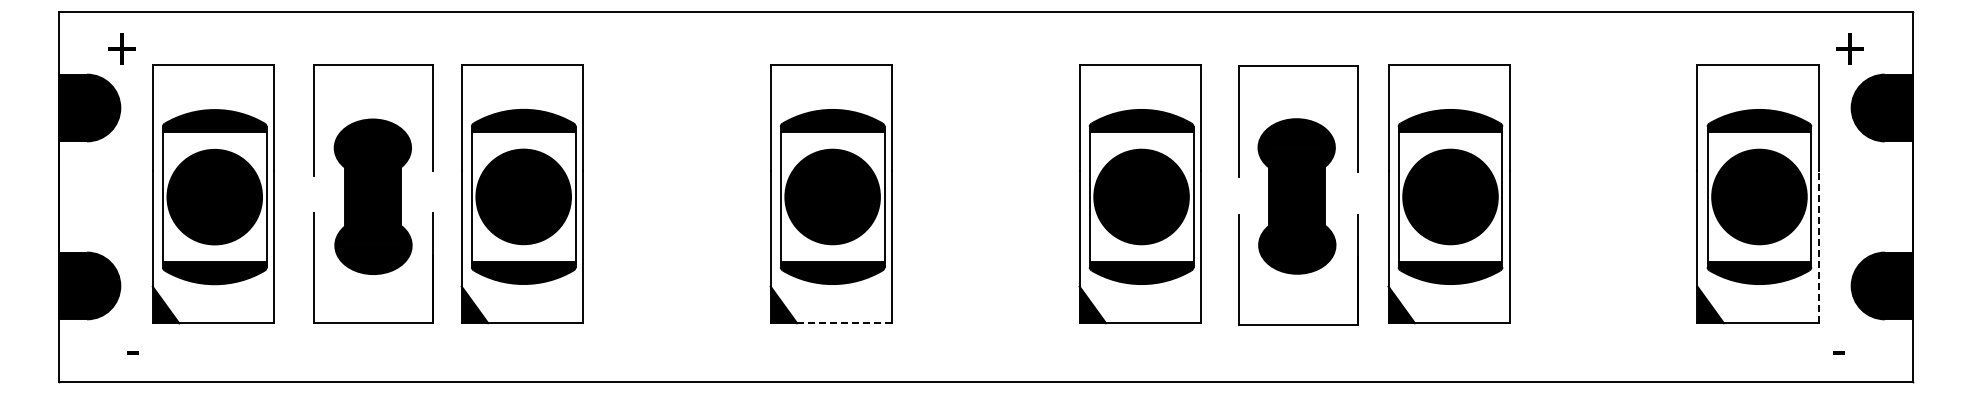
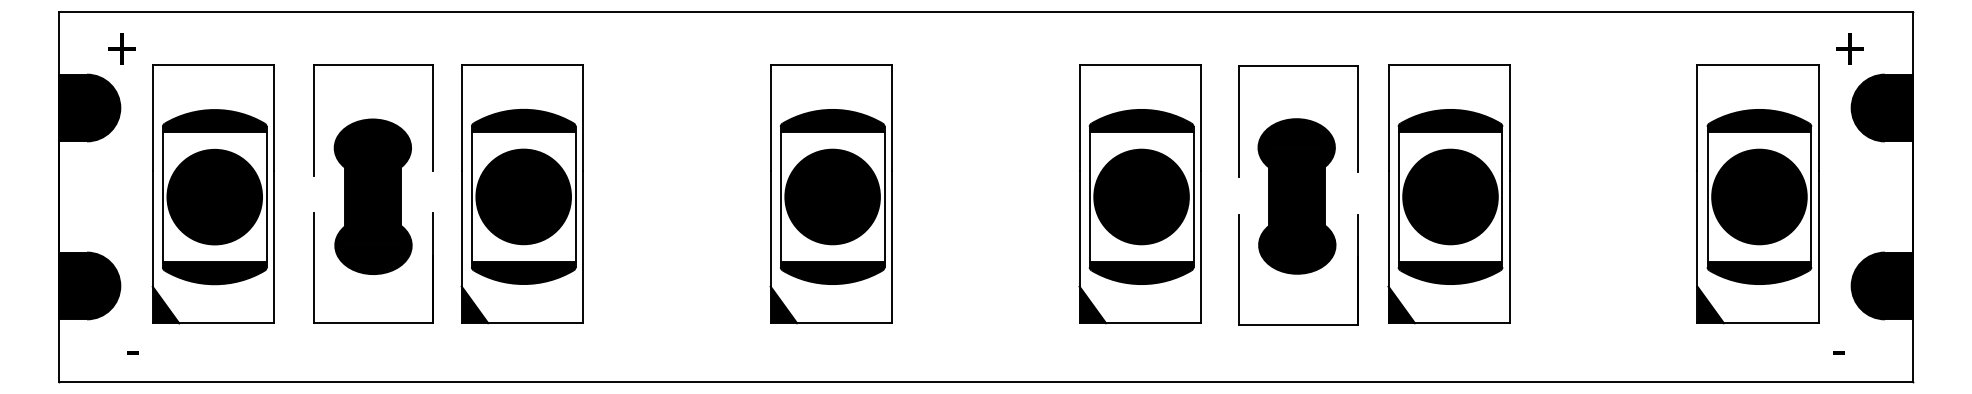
line at (1819, 246): dashed -> solid
line at (844, 323): dashed -> solid
